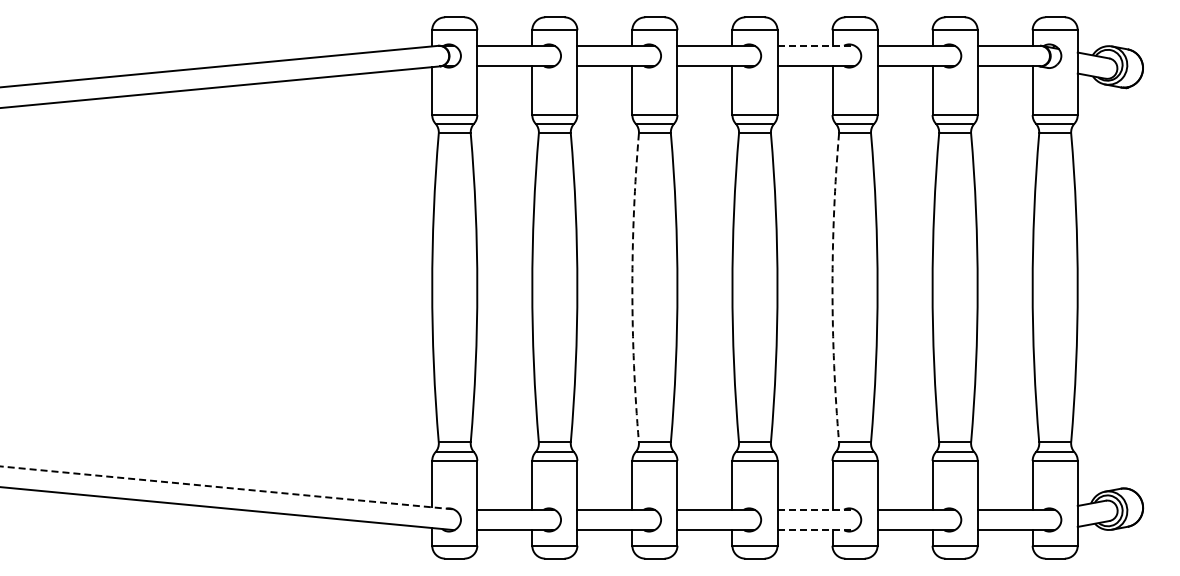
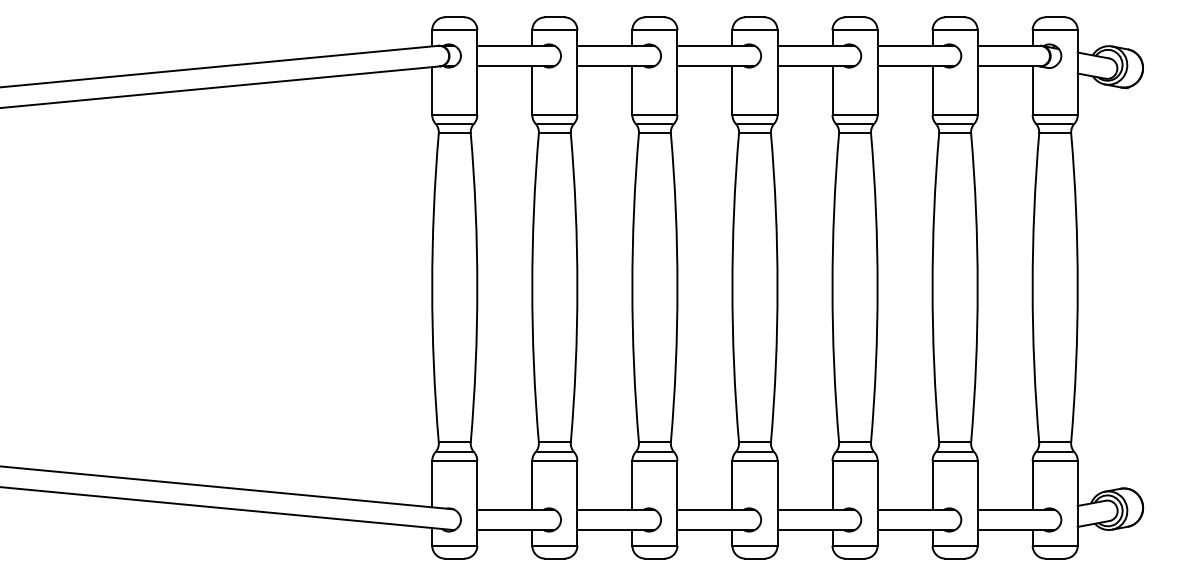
line at (816, 45): dashed -> solid
arc at (632, 287): dashed -> solid
arc at (832, 287): dashed -> solid
line at (227, 487): dashed -> solid
line at (816, 509): dashed -> solid
line at (816, 530): dashed -> solid
